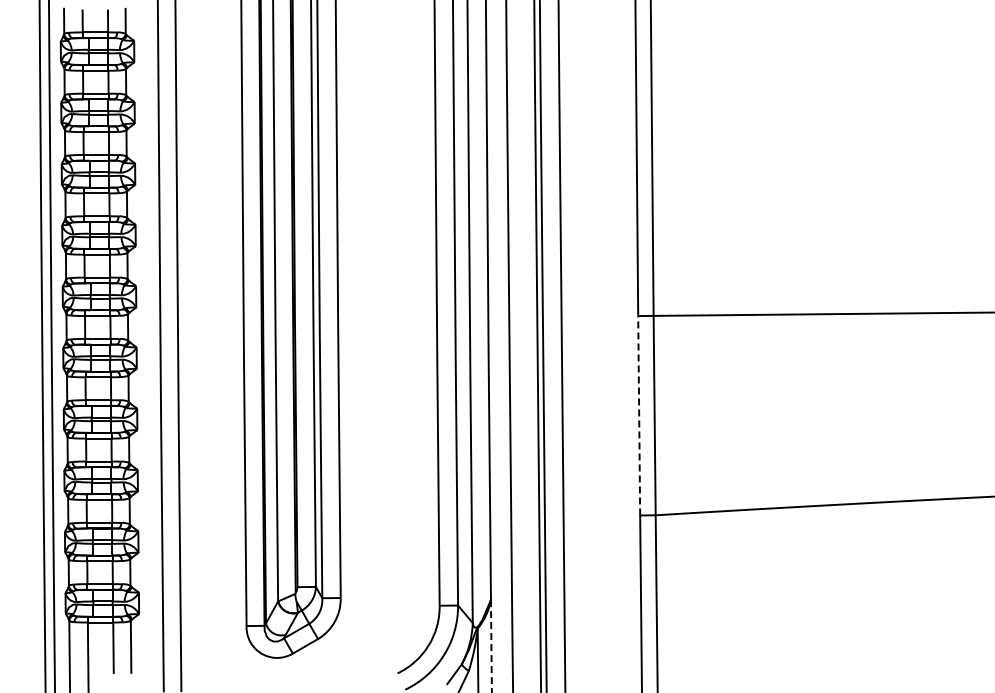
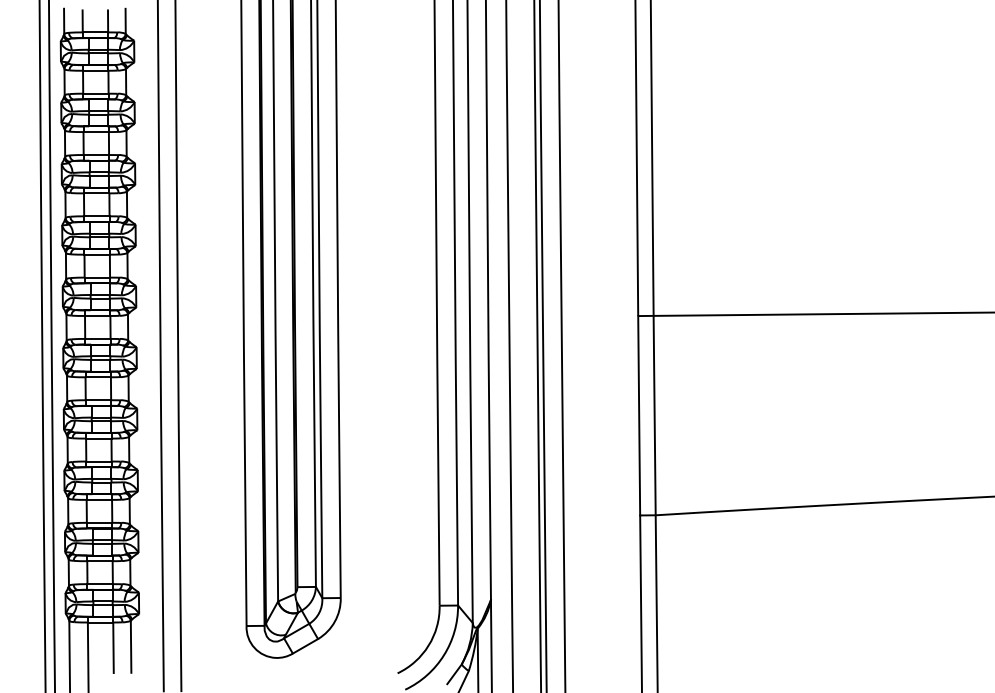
line at (639, 415): dashed -> solid
line at (491, 646): dashed -> solid
